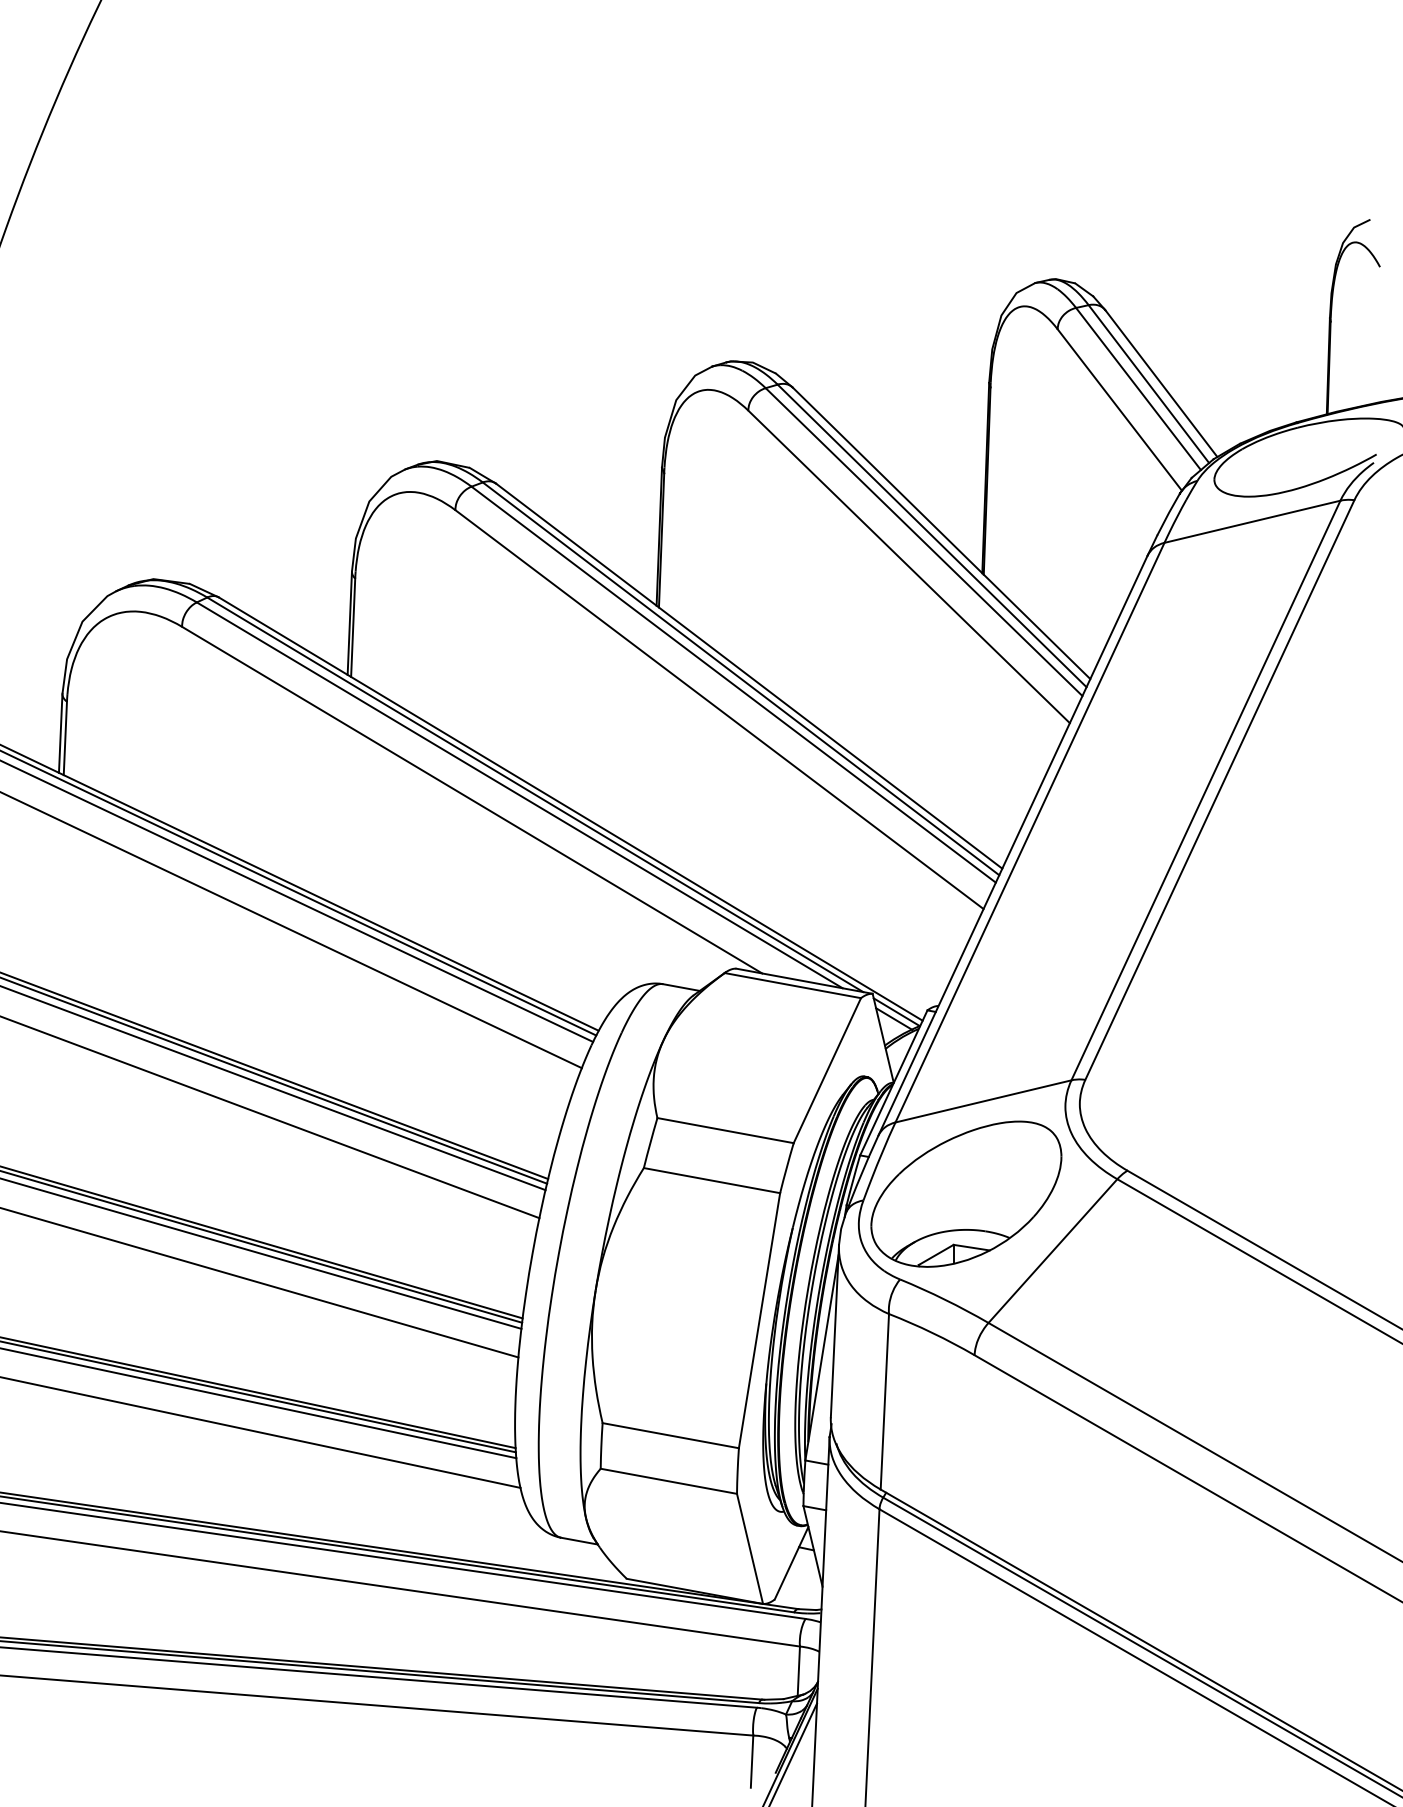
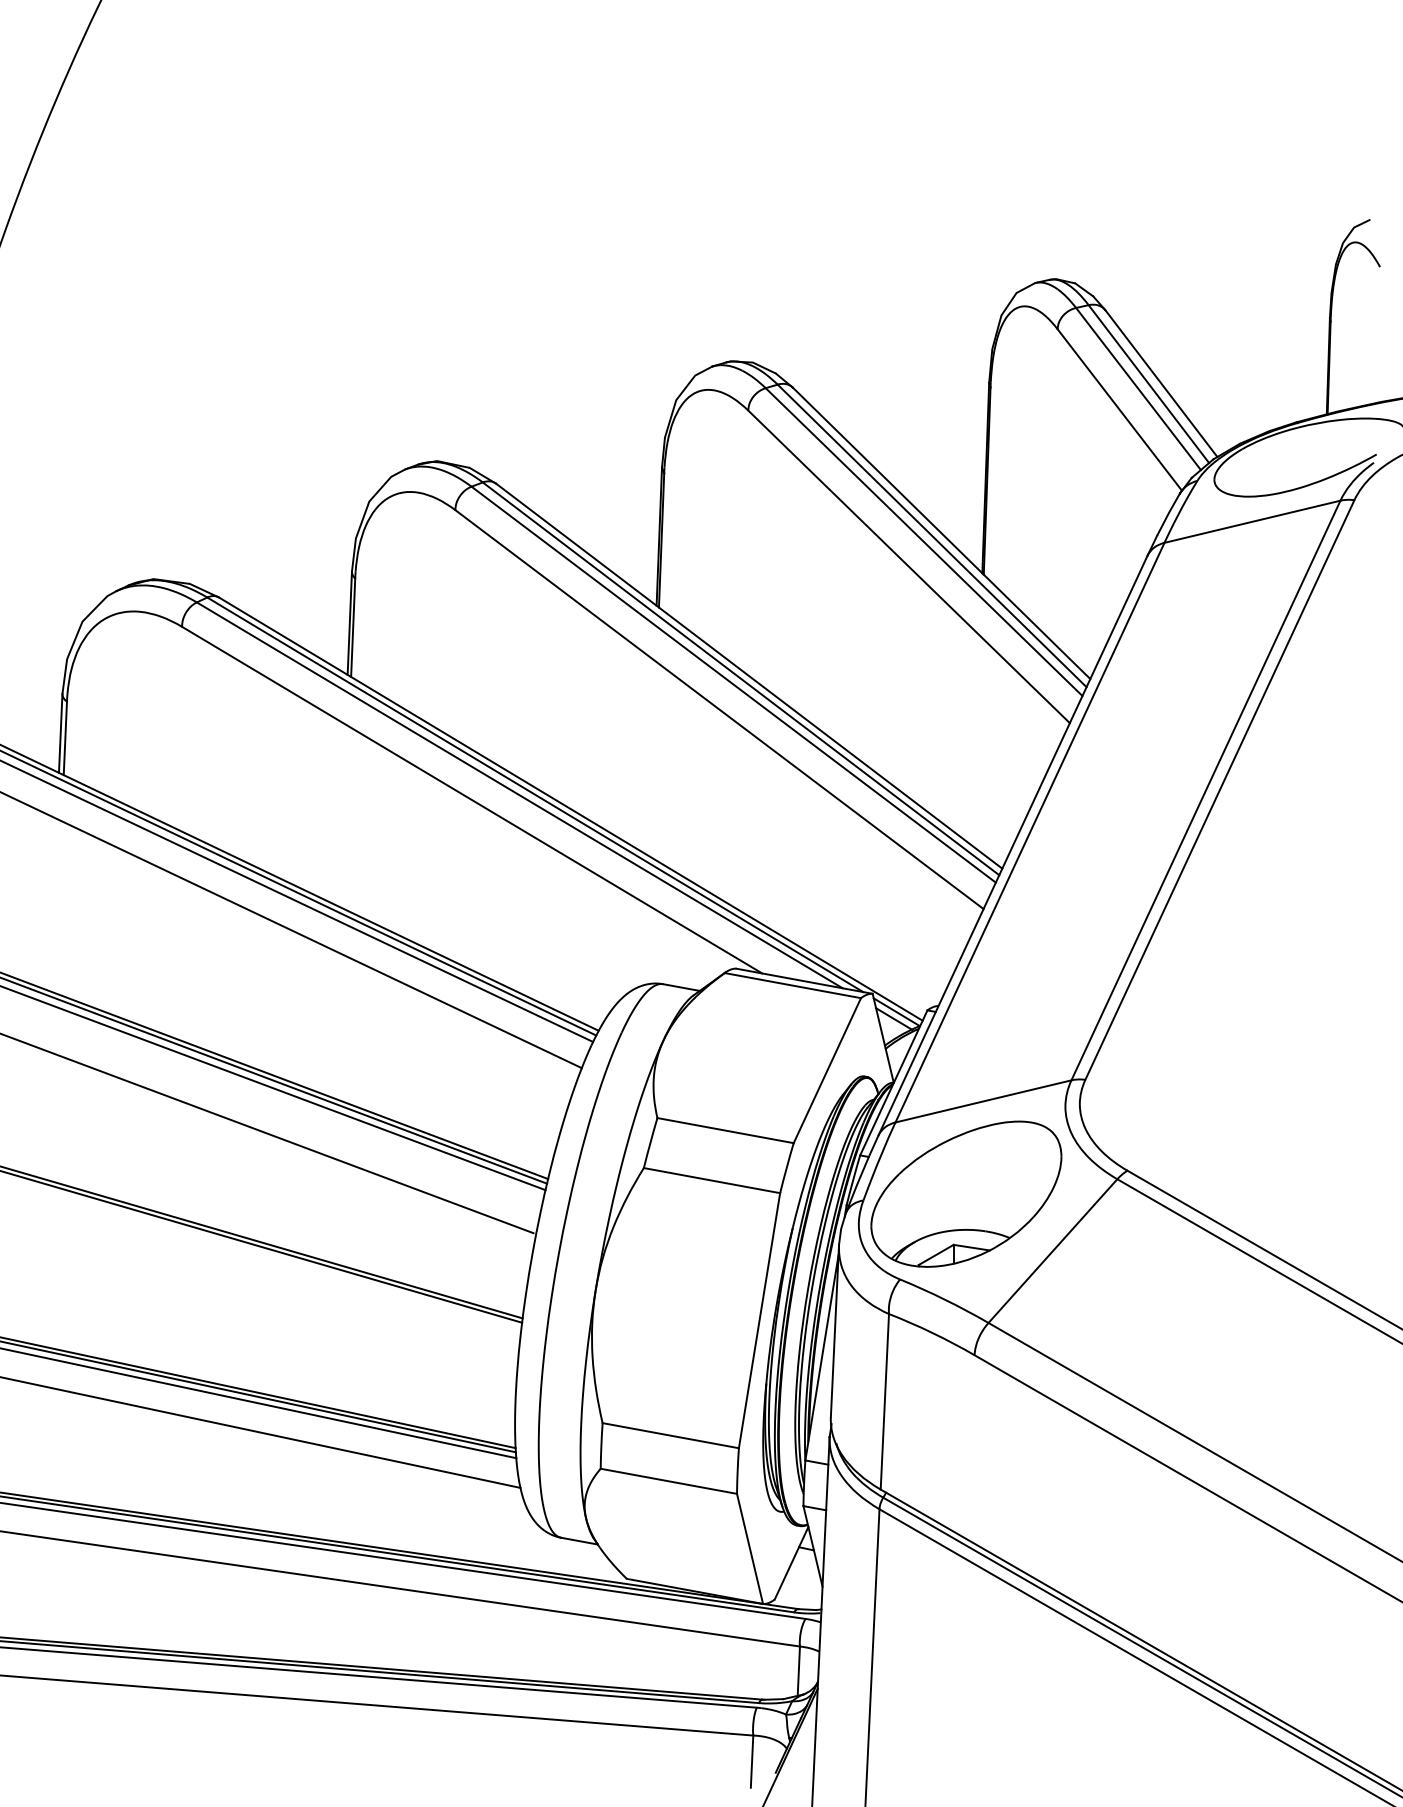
line at (270, 1117) position: (270, 1117) -> (267, 1133)
line at (261, 1253): present -> none
line at (260, 1282): present -> none
line at (793, 1753): present -> none
